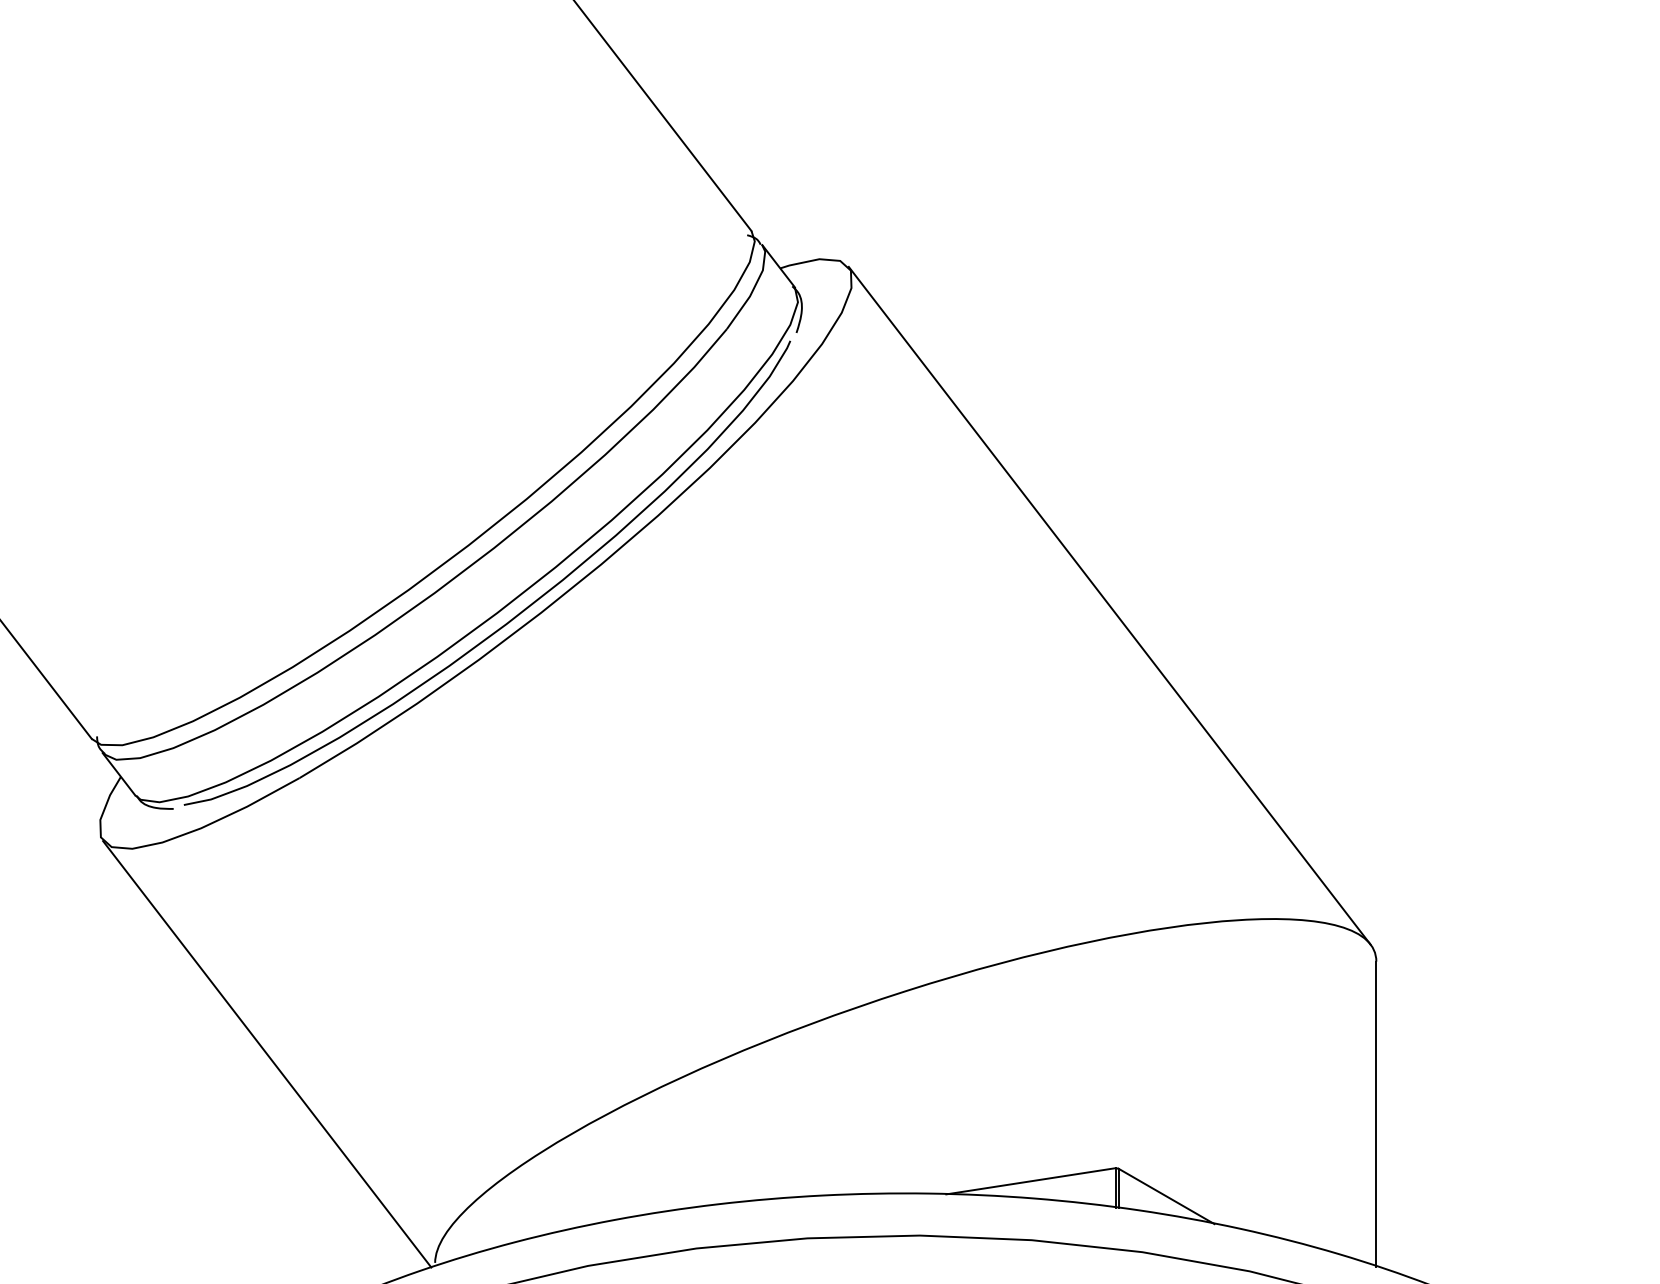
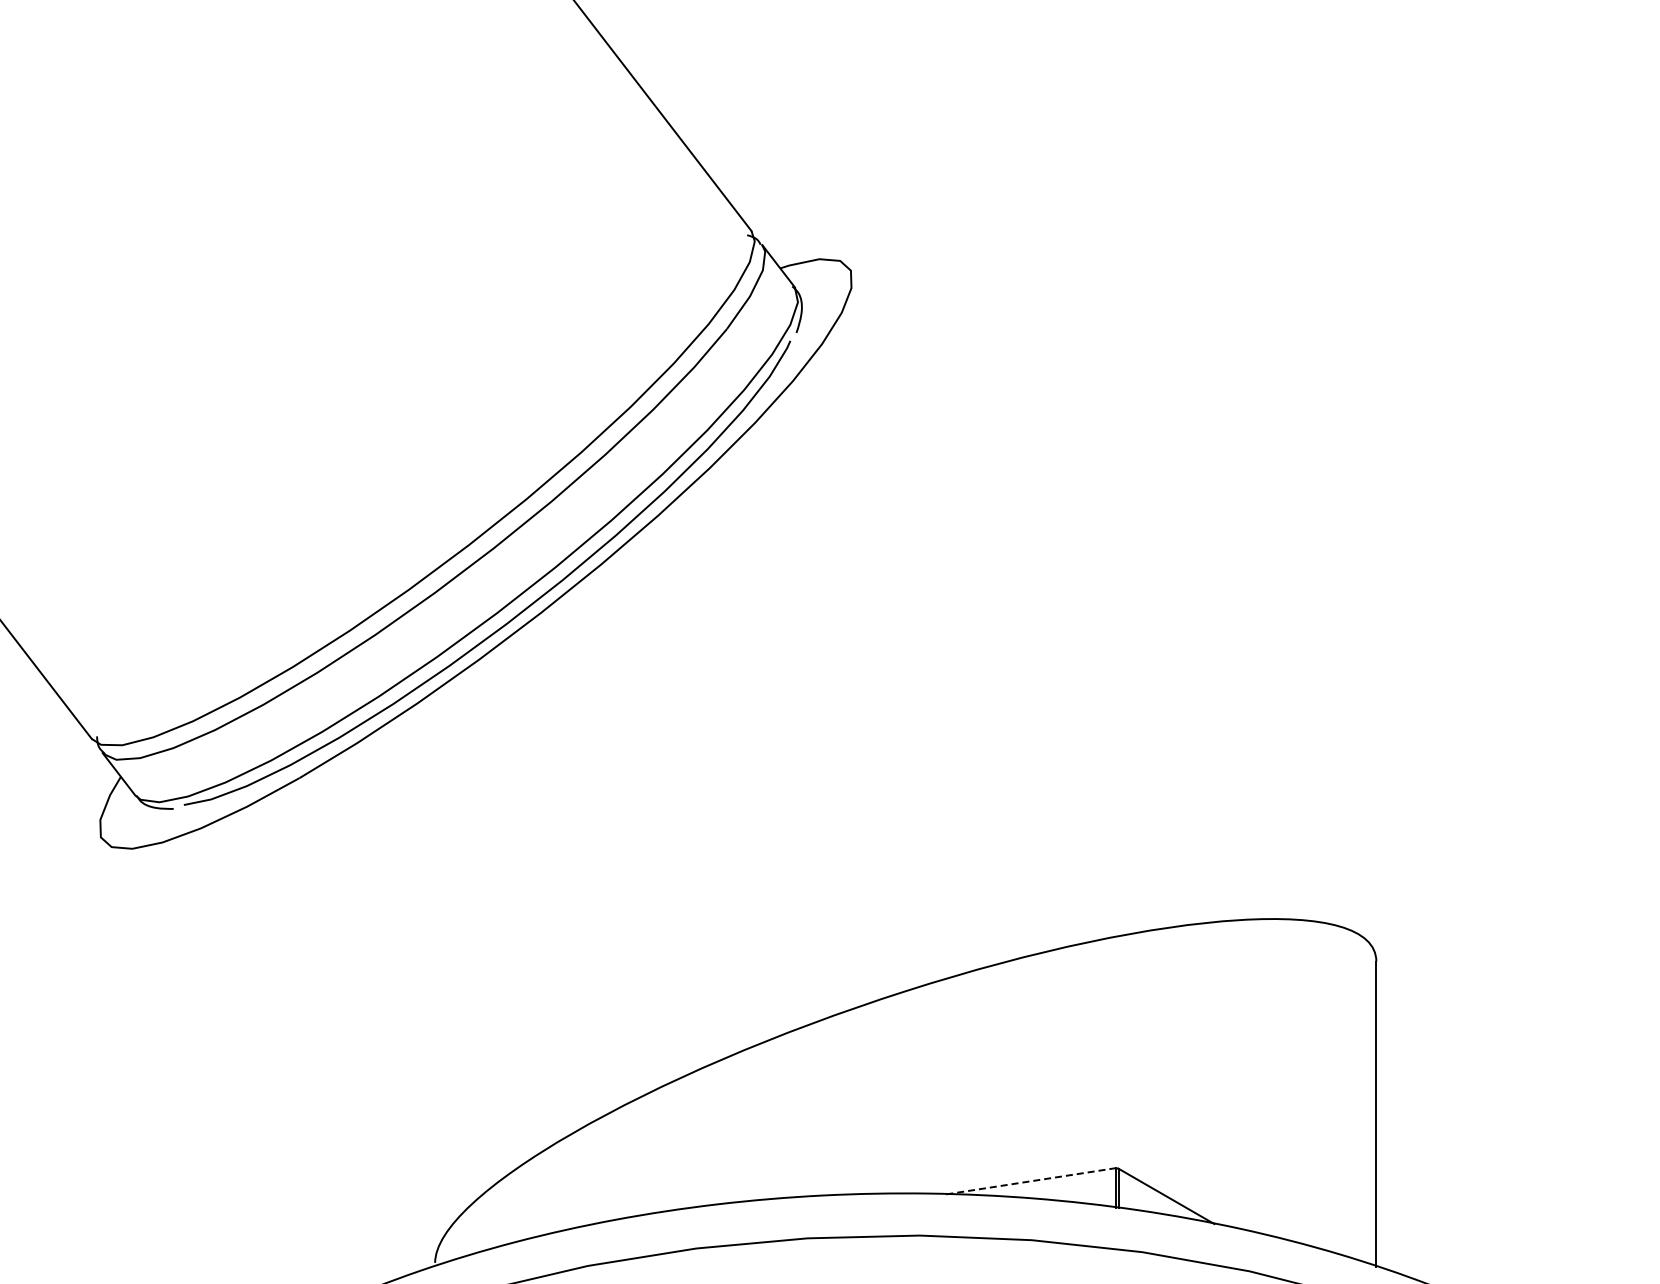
line at (1109, 605): present -> none
line at (267, 1054): present -> none
line at (1030, 1181): solid -> dashed
